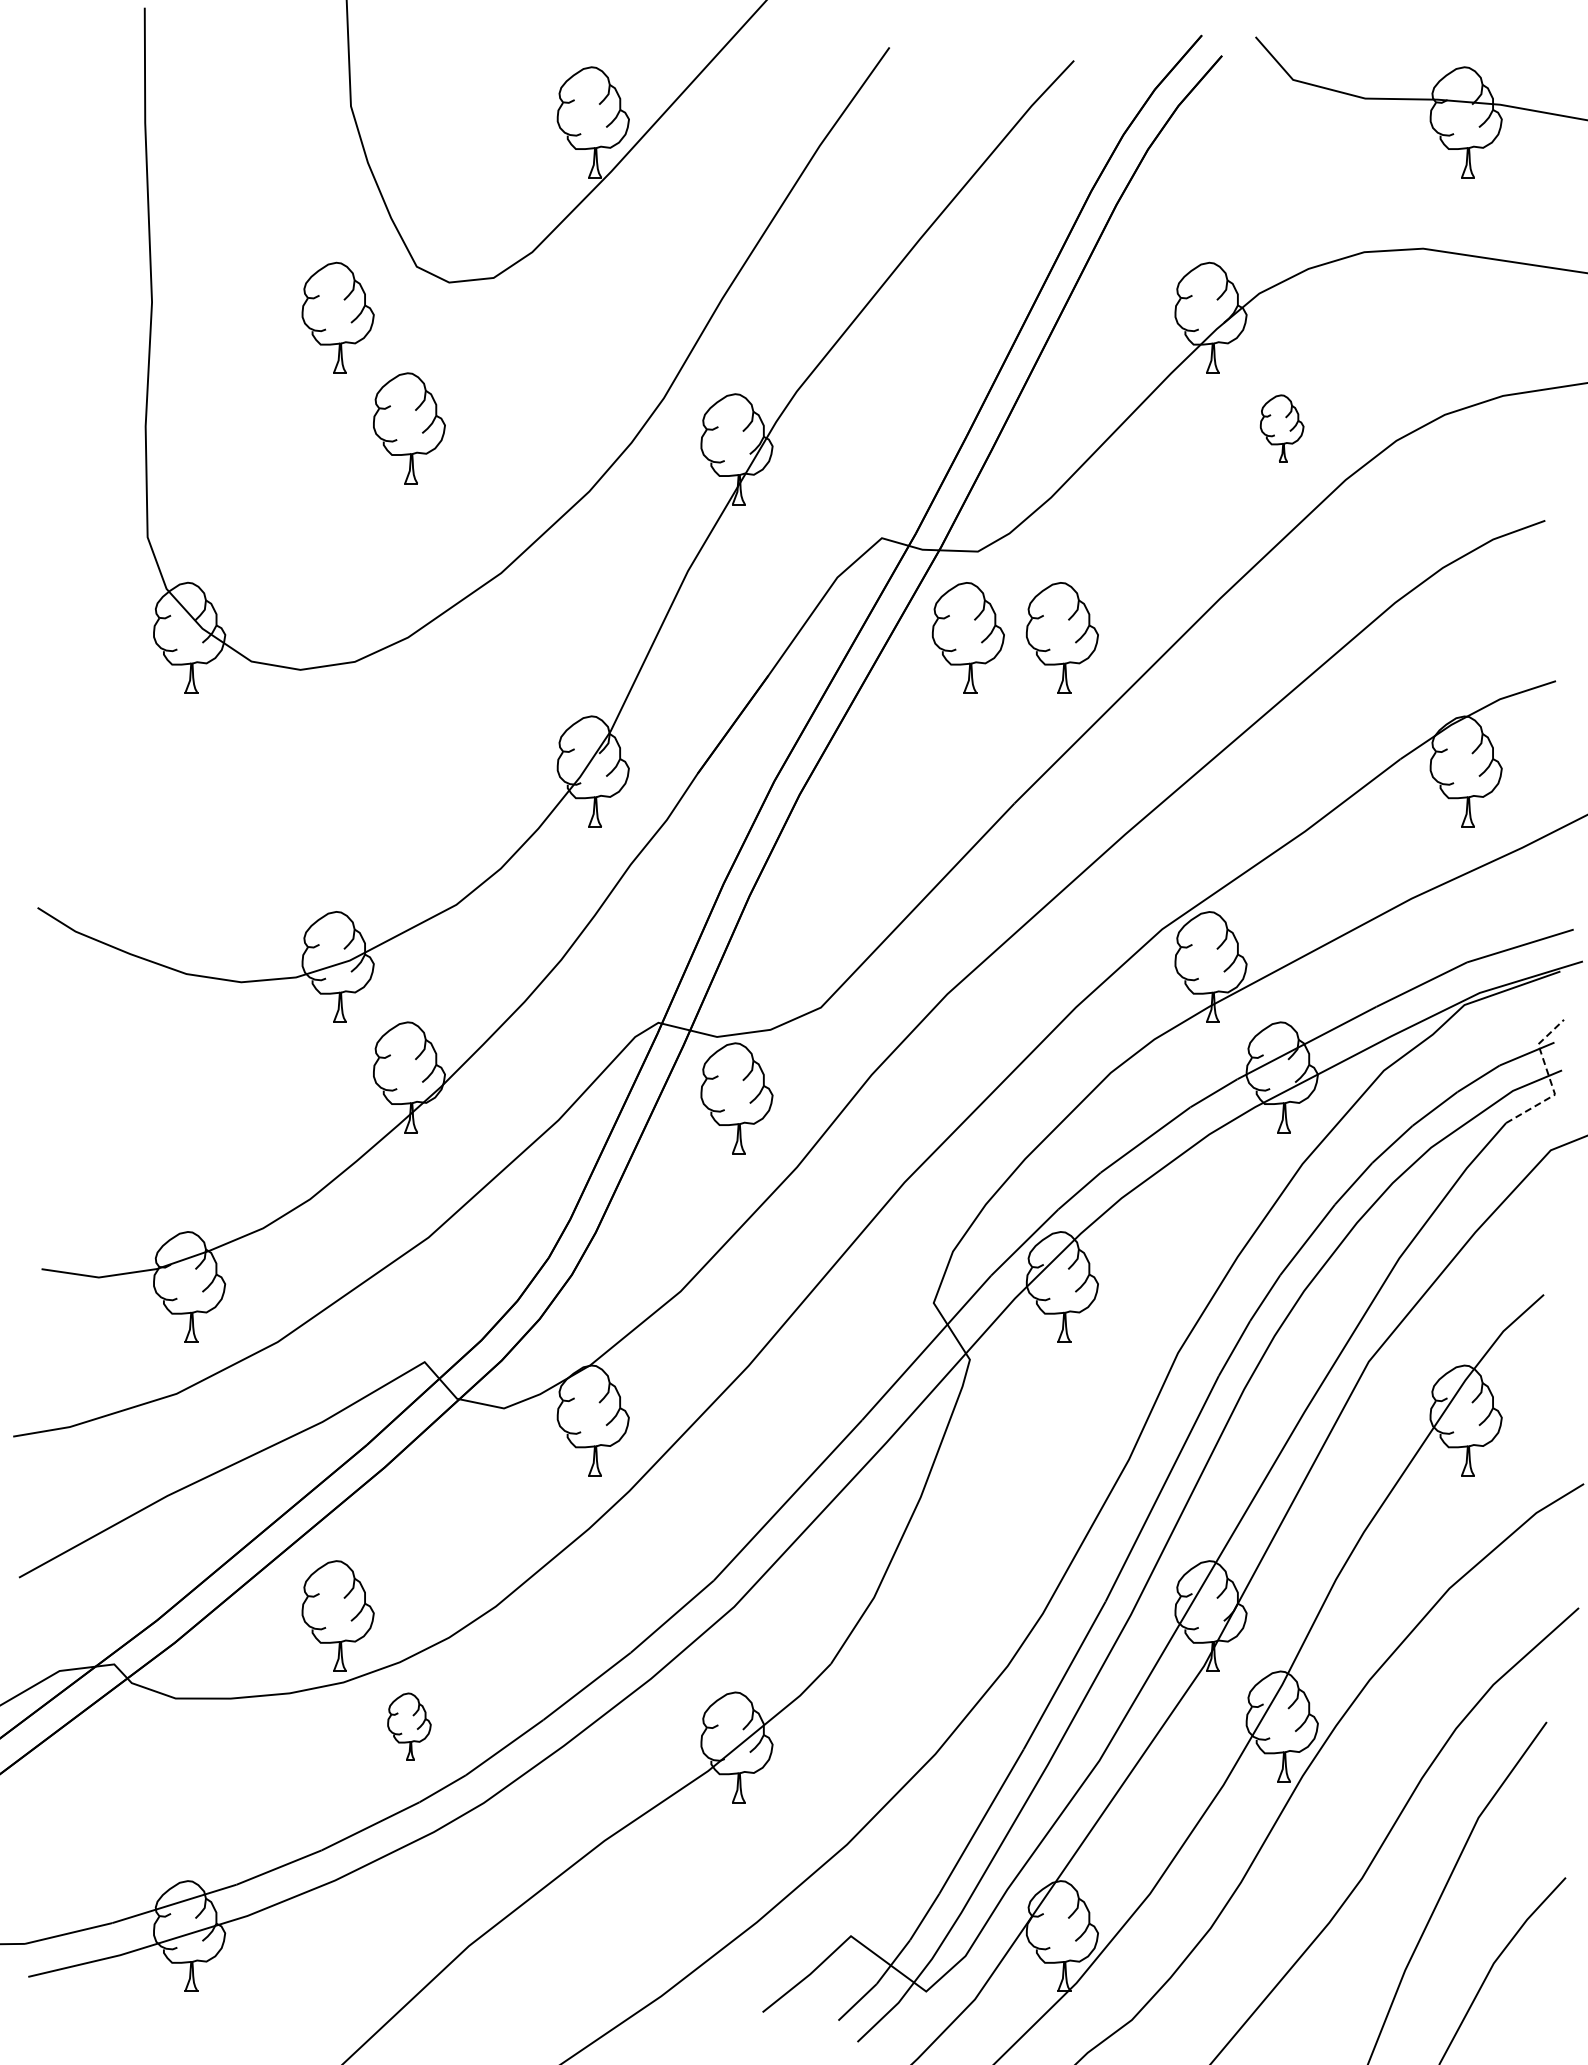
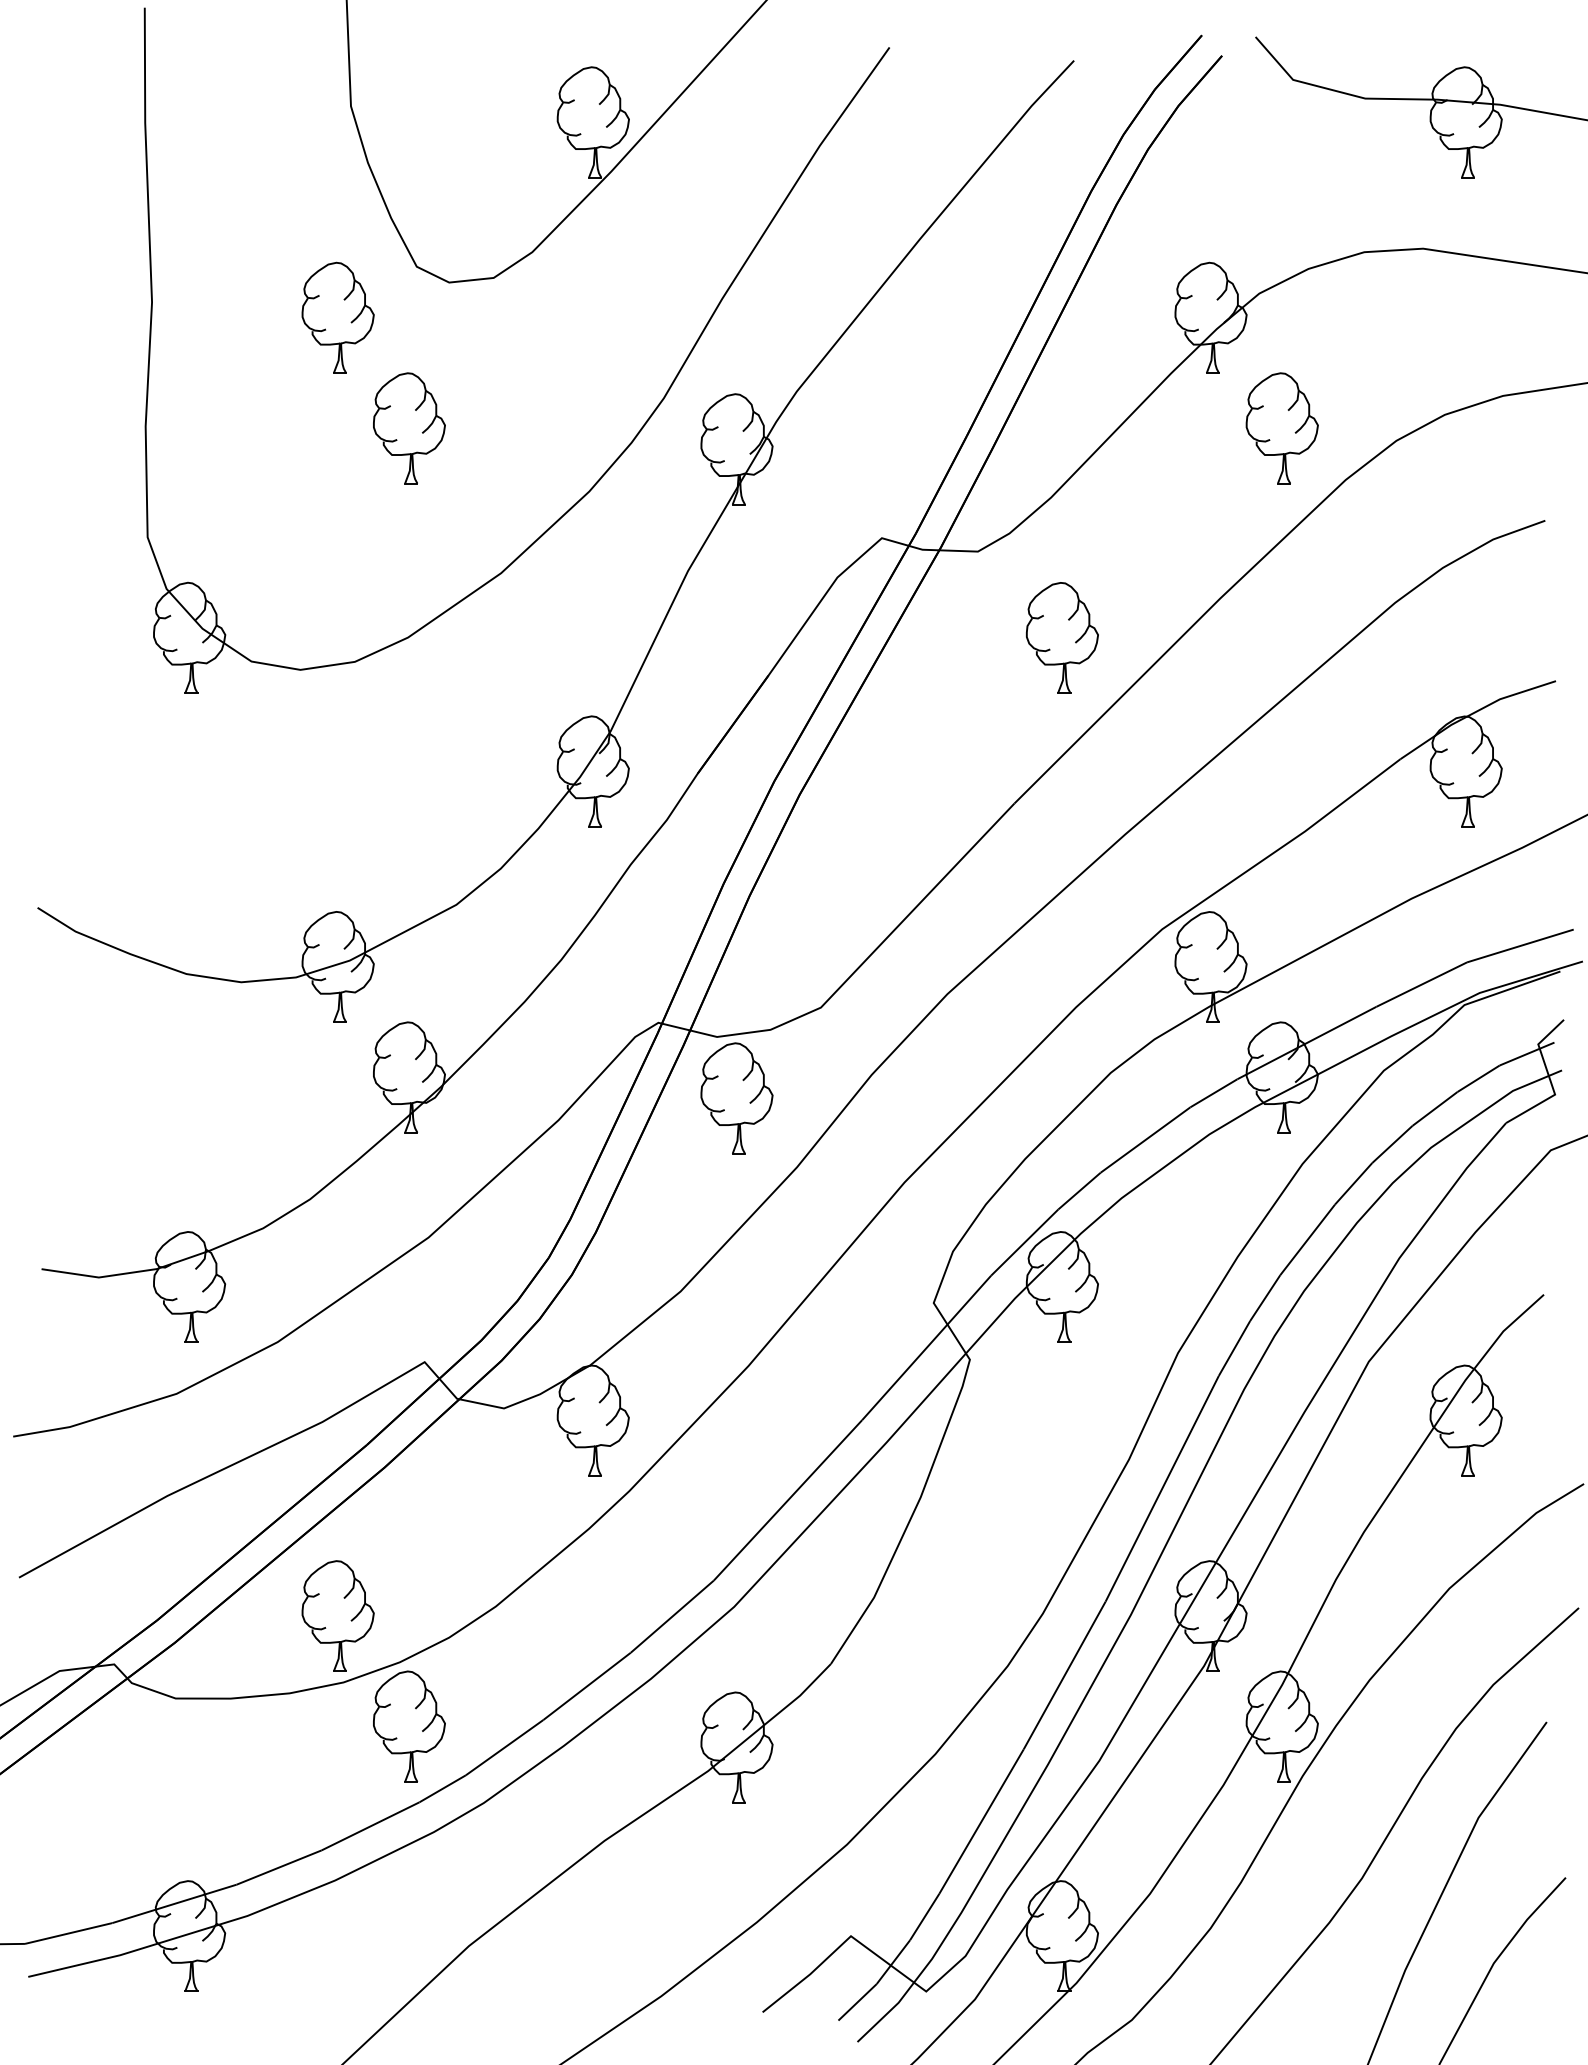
part at (1281, 428) size: 46x69 px -> 74x113 px
part at (968, 637): present -> none
line at (1549, 1078): dashed -> solid
part at (409, 1726) size: 45x69 px -> 73x113 px
